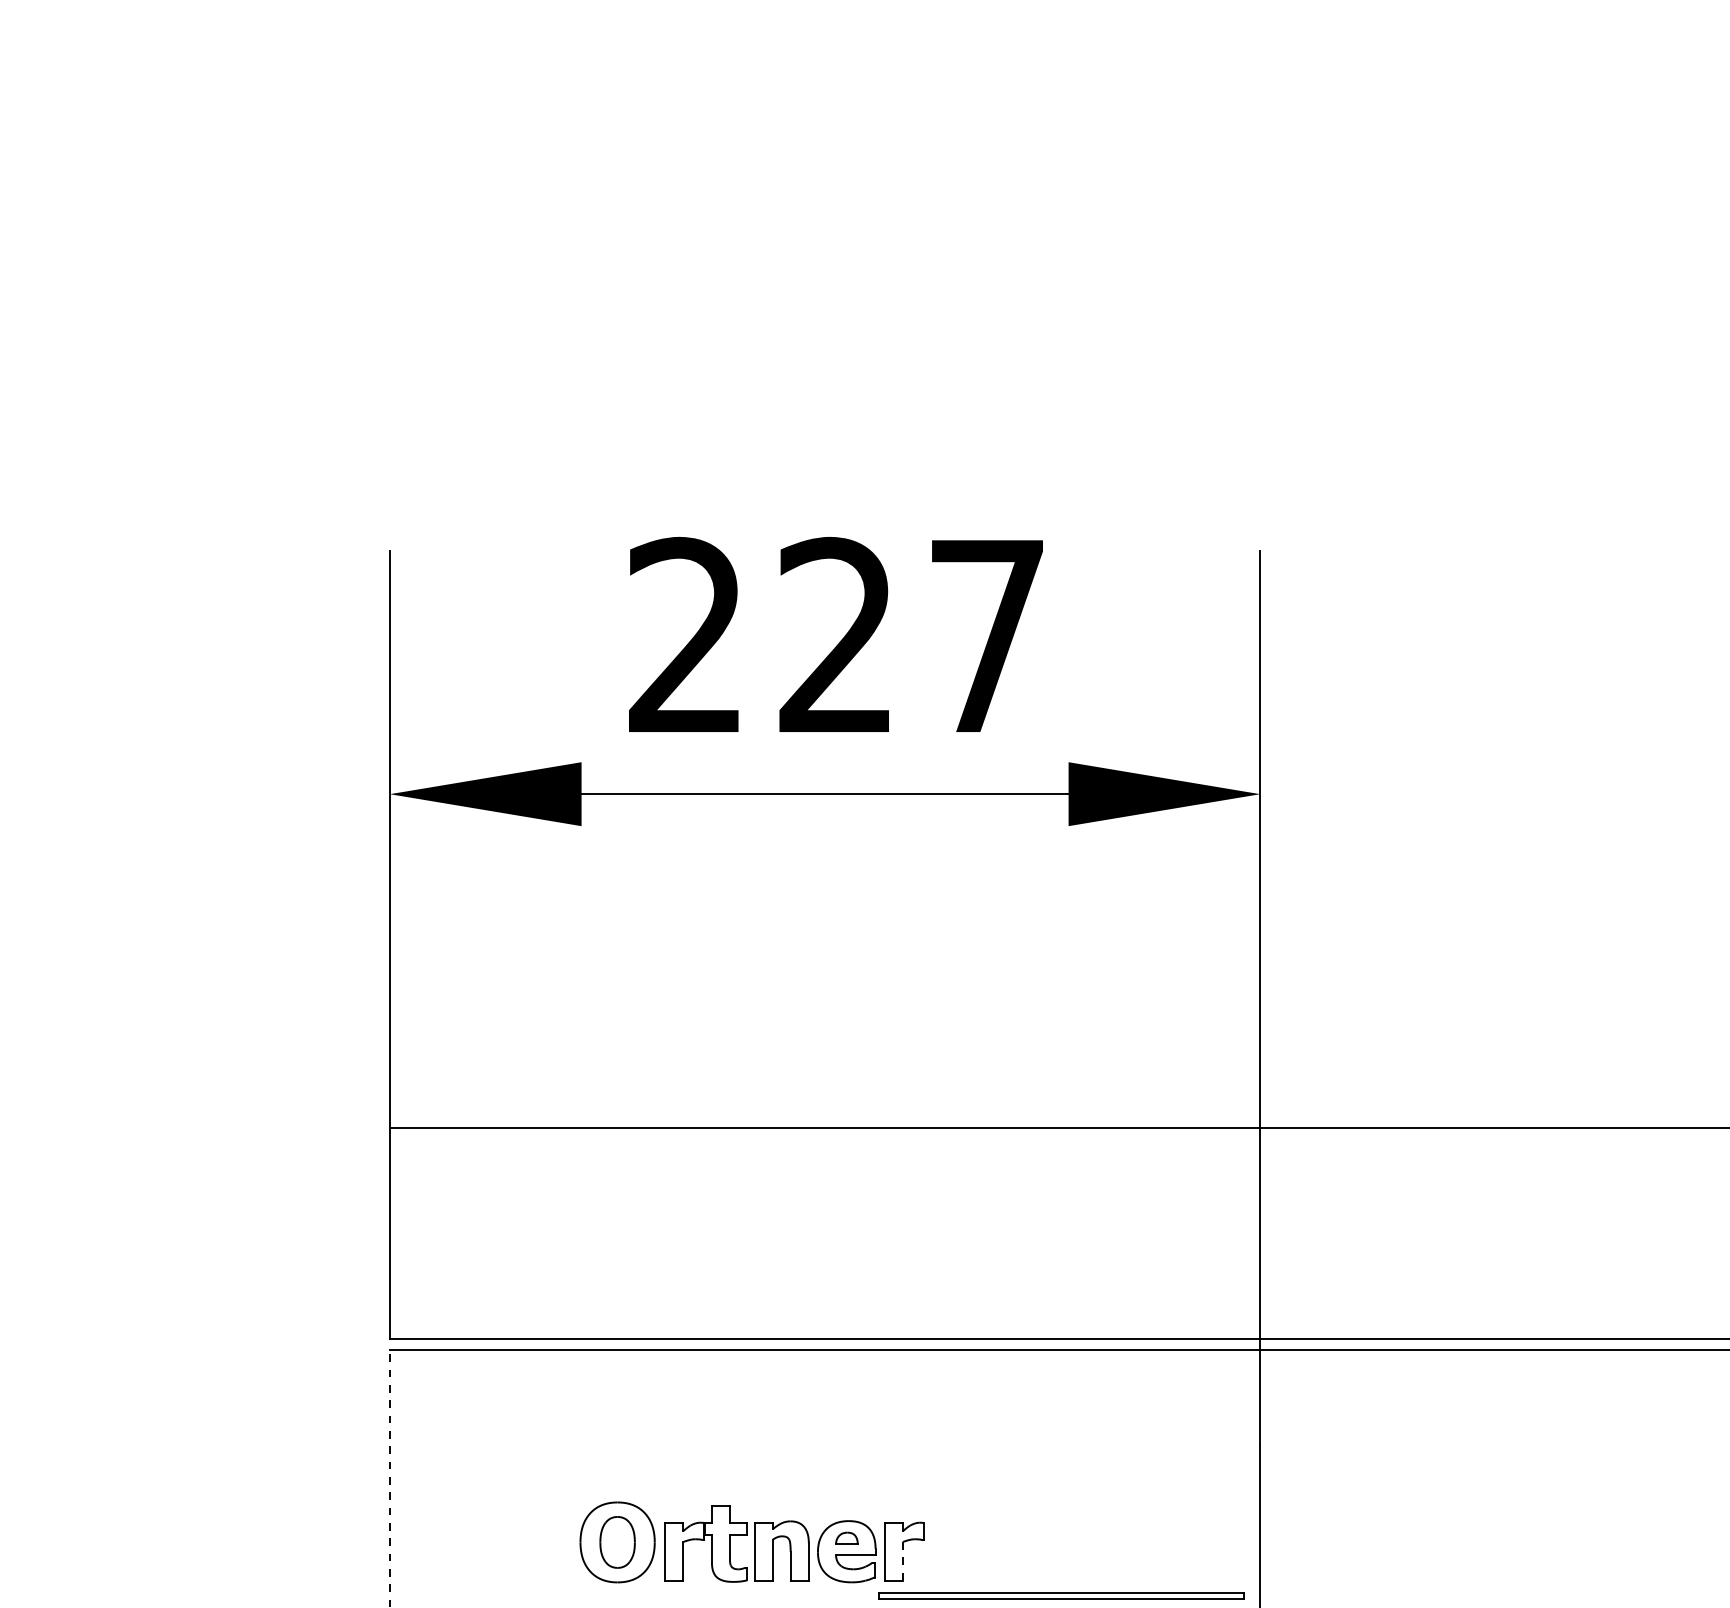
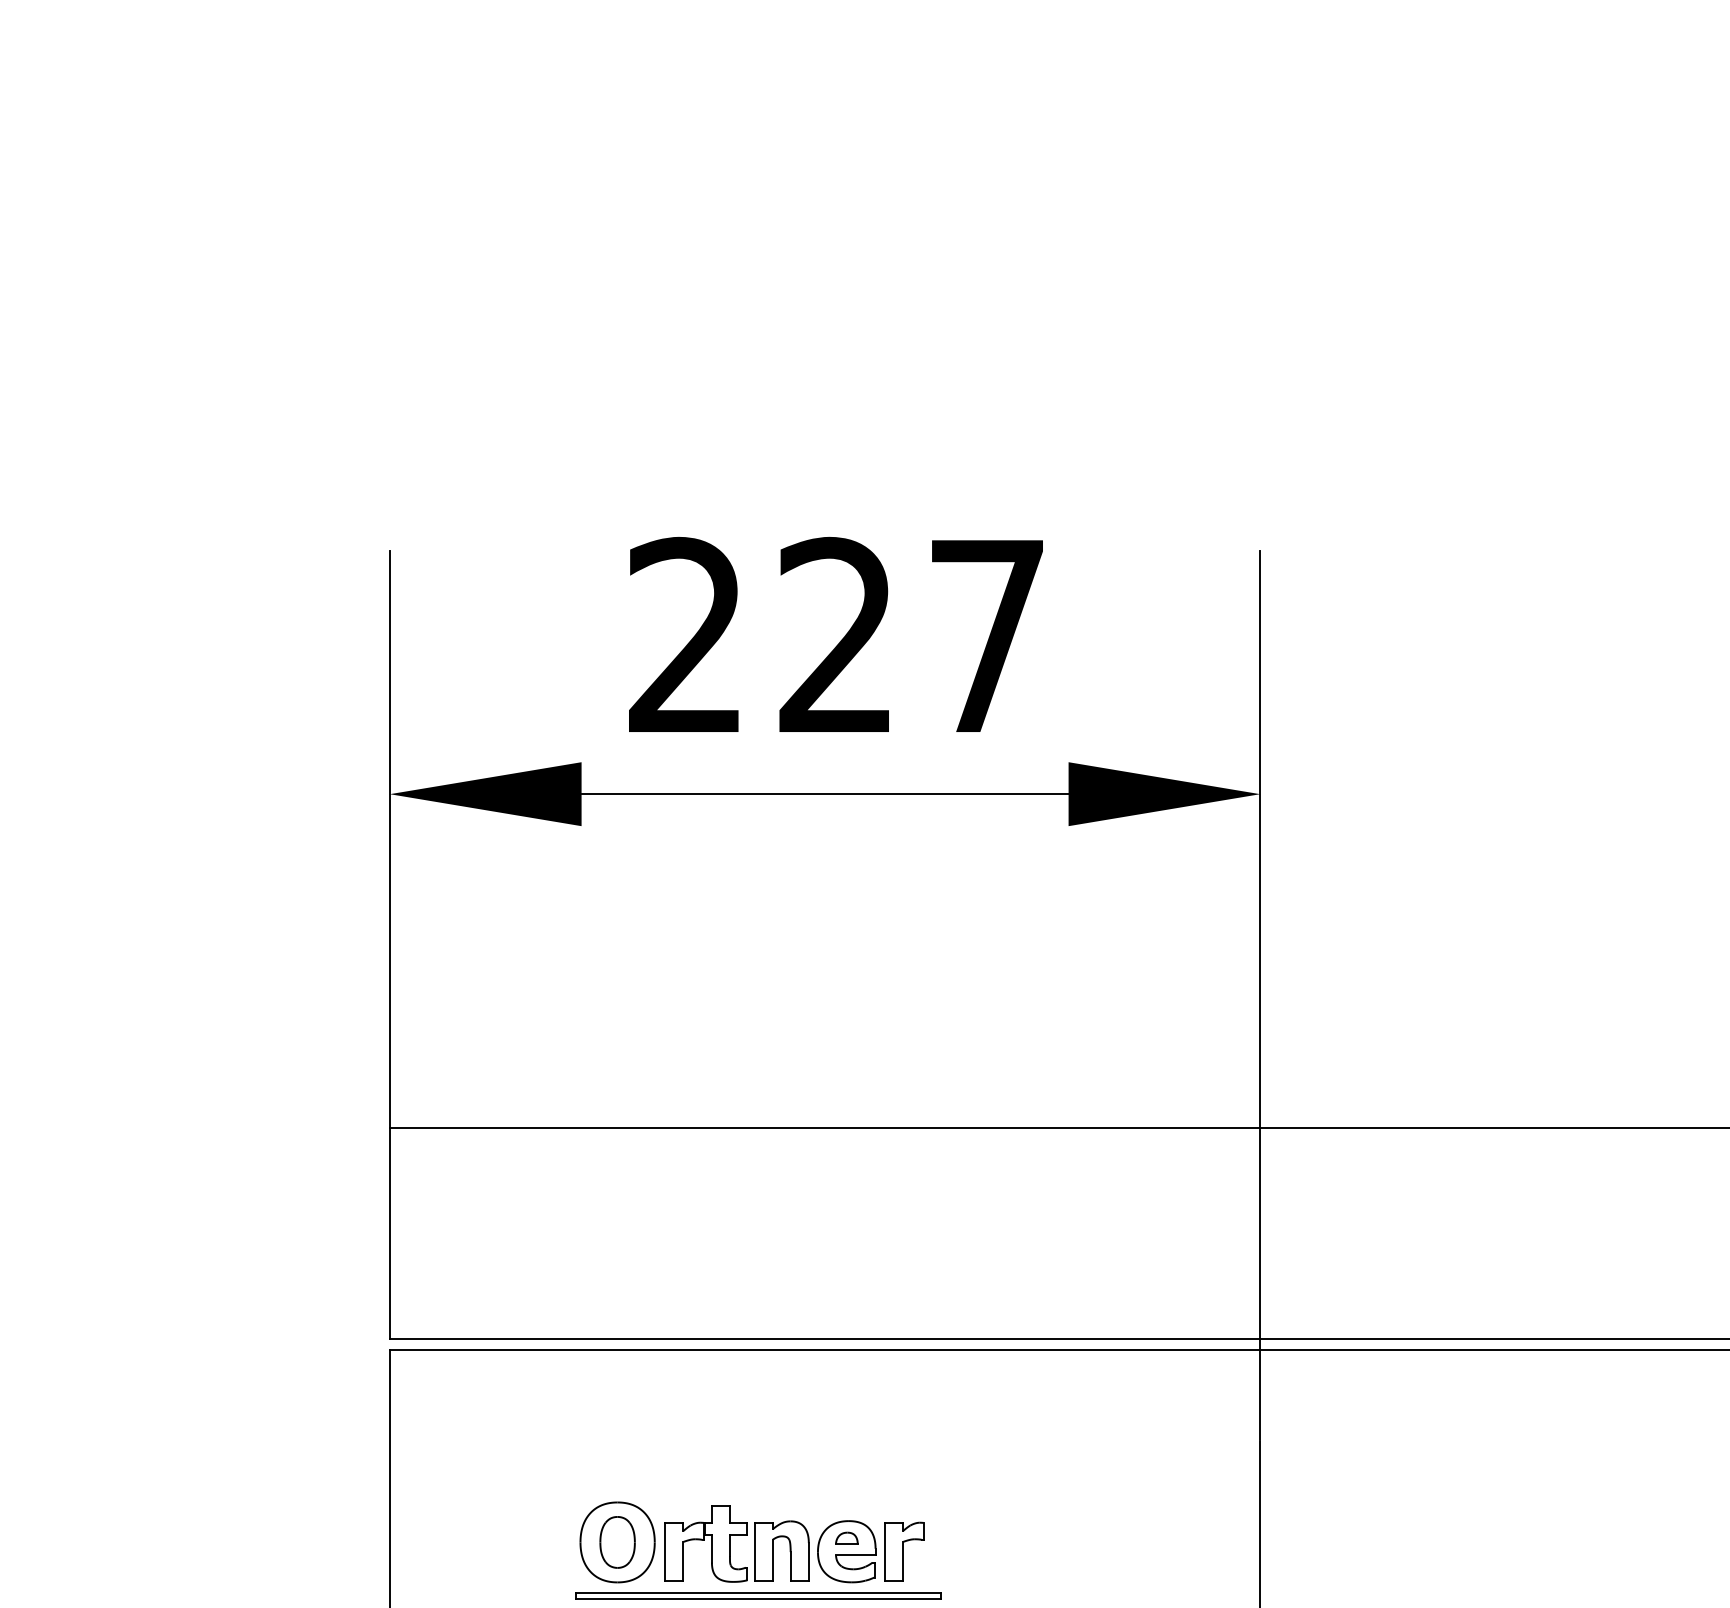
line at (389, 1478): dashed -> solid
line at (902, 1561): dashed -> solid
part at (1061, 1595) position: (1061, 1595) -> (758, 1595)
